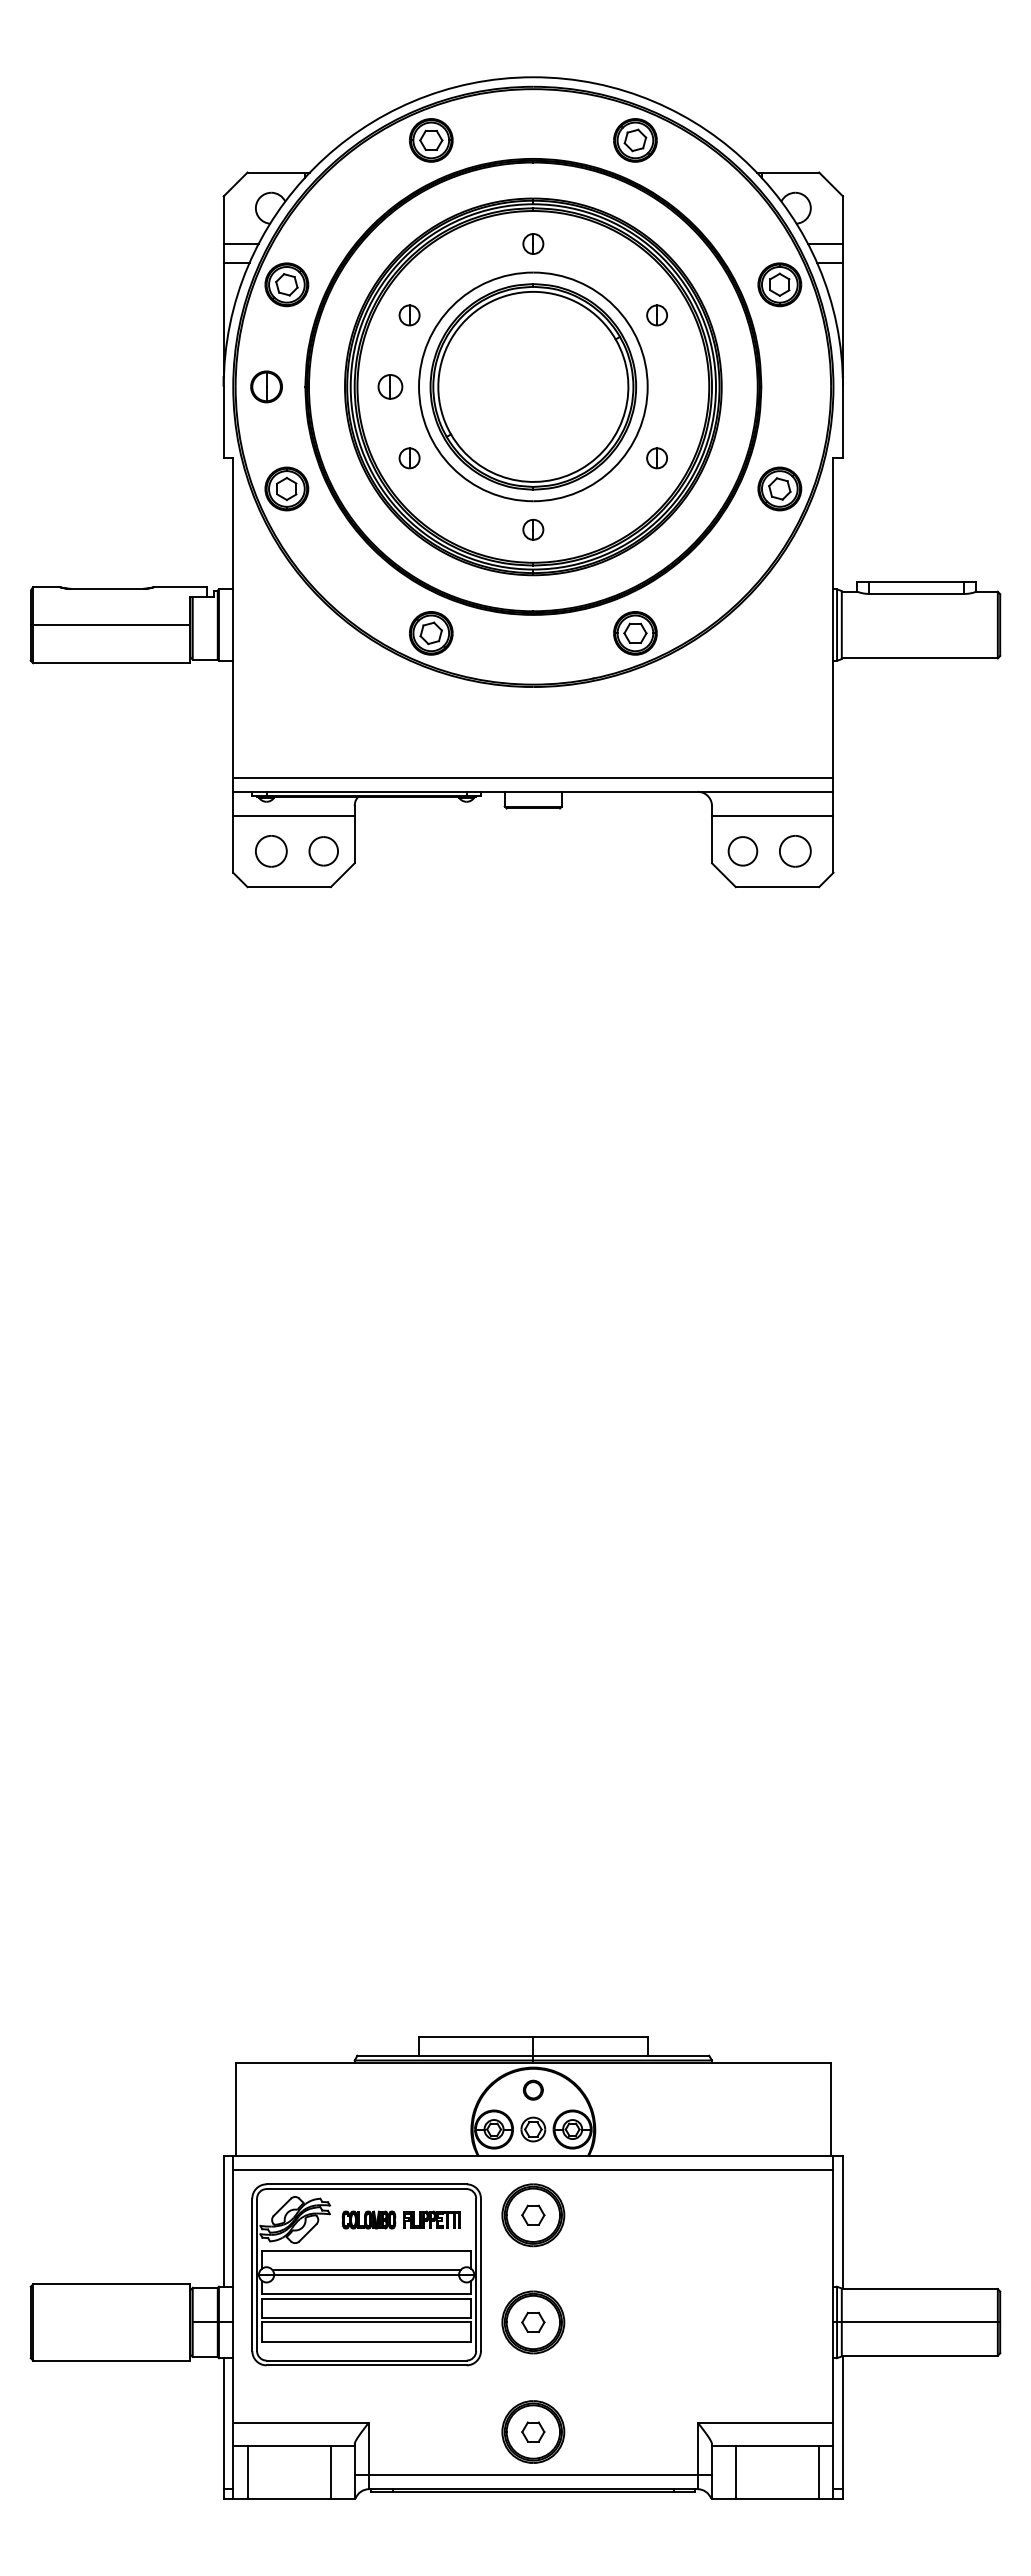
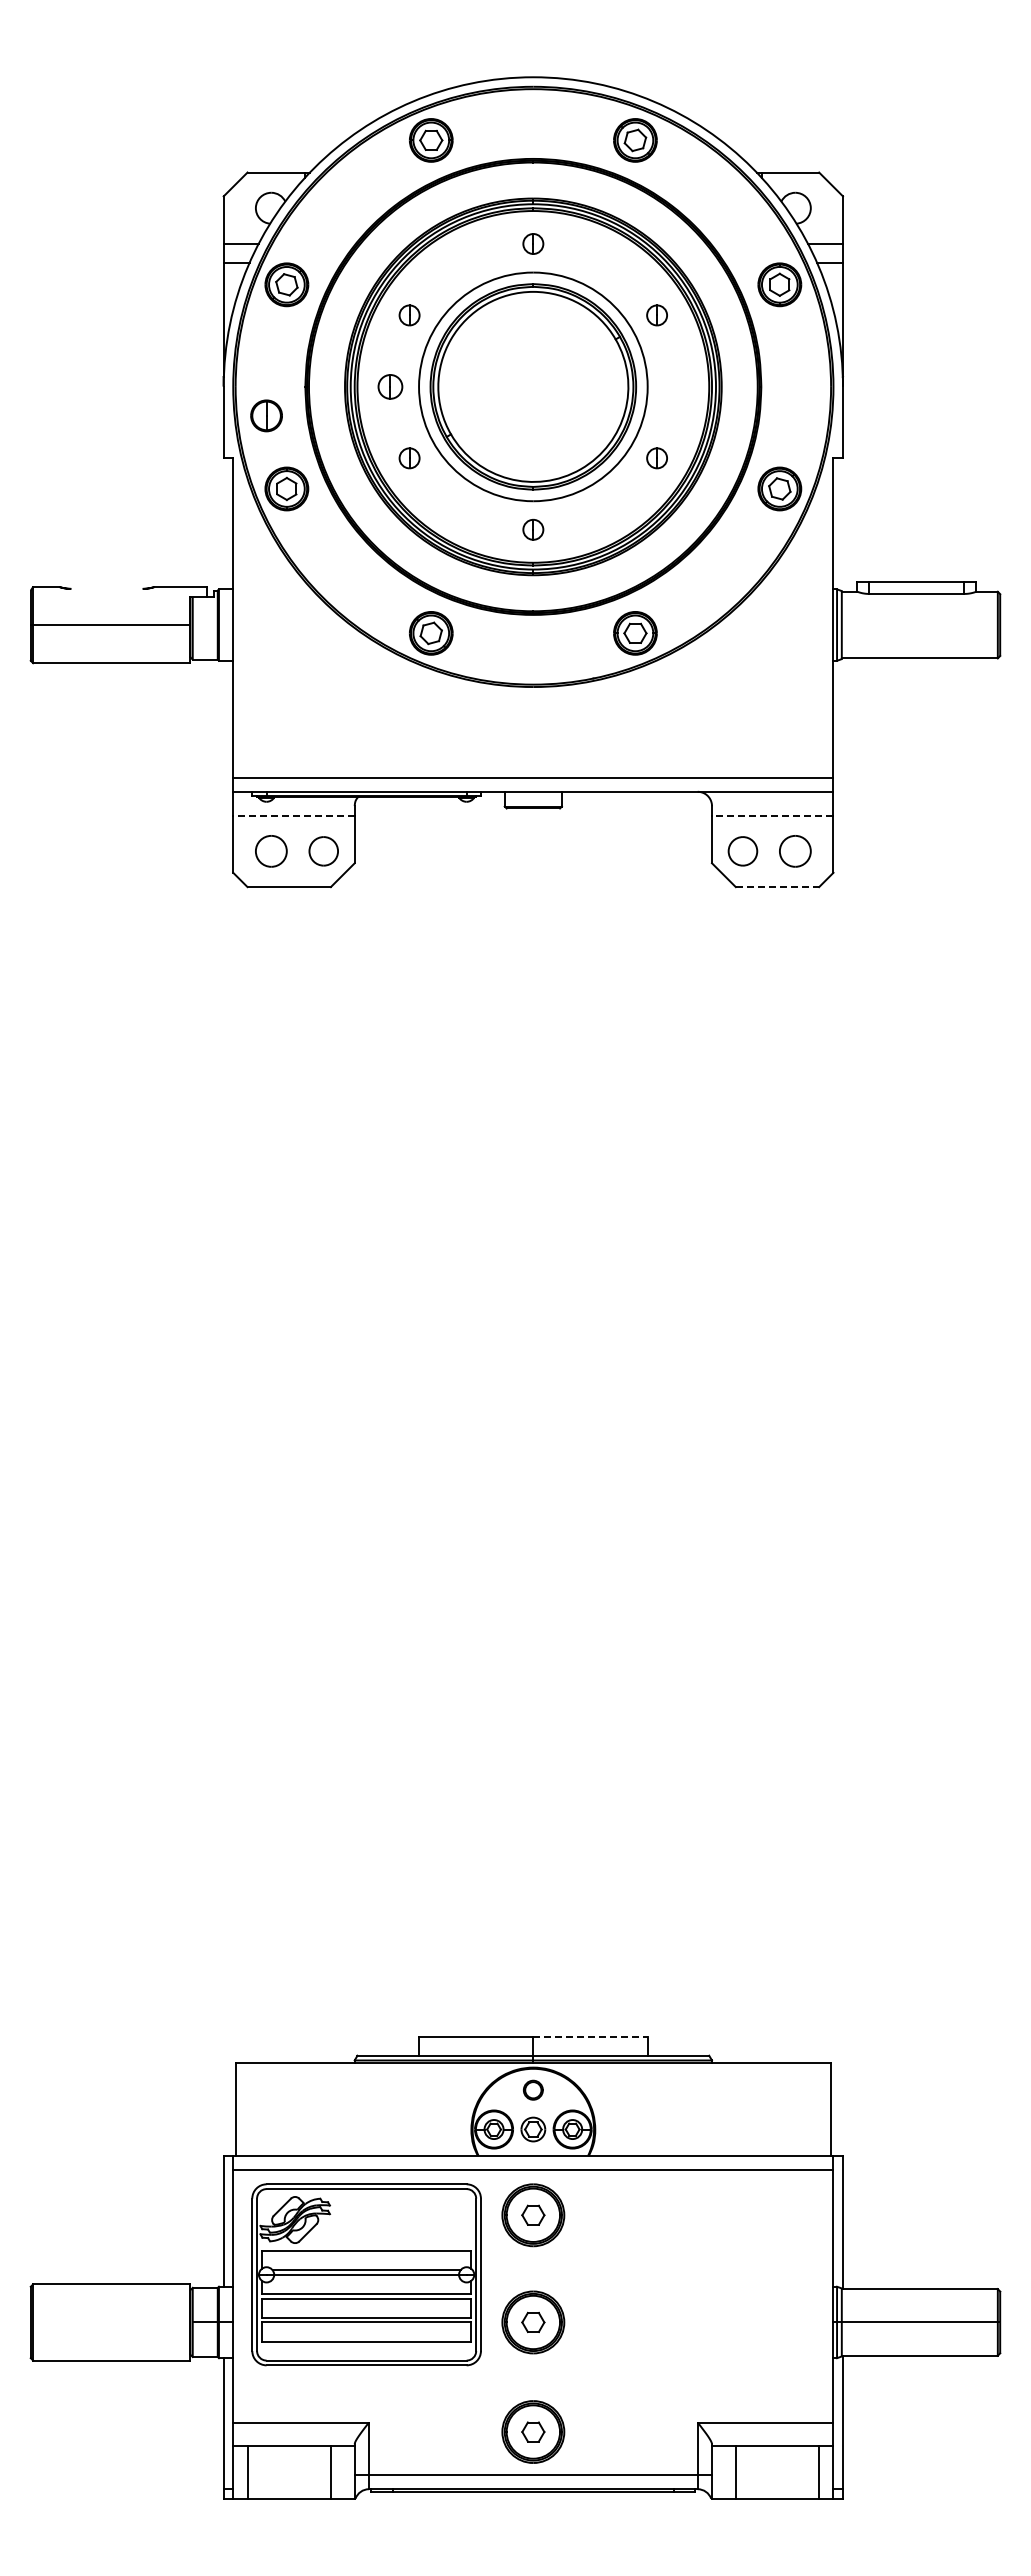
part at (266, 386) position: (266, 386) -> (266, 415)
line at (106, 588): present -> none
line at (293, 815): solid -> dashed
line at (772, 815): solid -> dashed
line at (777, 887): solid -> dashed
line at (591, 2036): solid -> dashed
part at (400, 2219): present -> none
